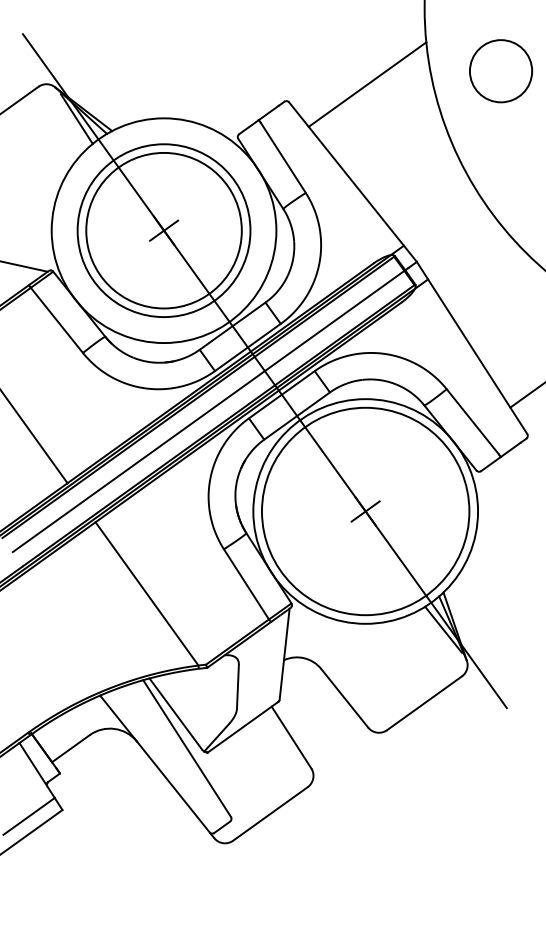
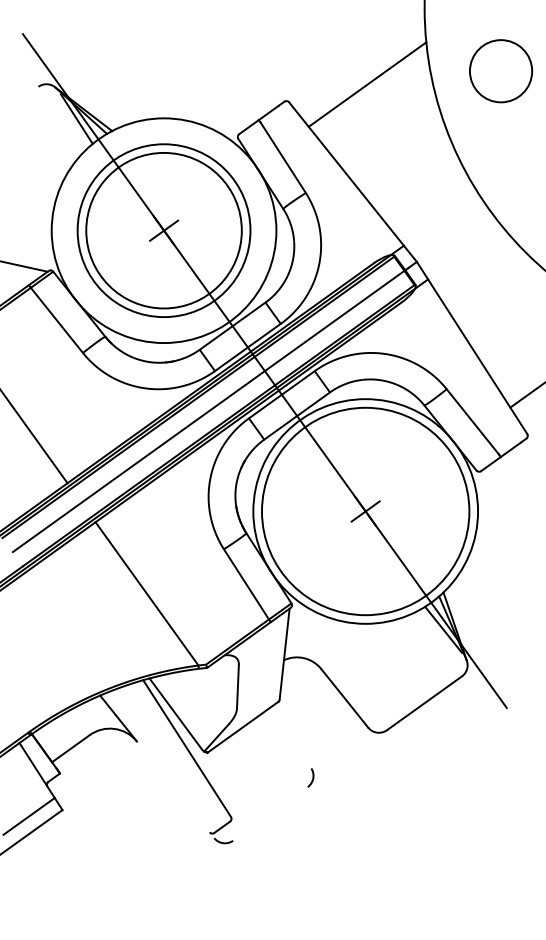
line at (20, 99): present -> none
line at (291, 737): present -> none
line at (175, 789): present -> none
line at (270, 813): present -> none
